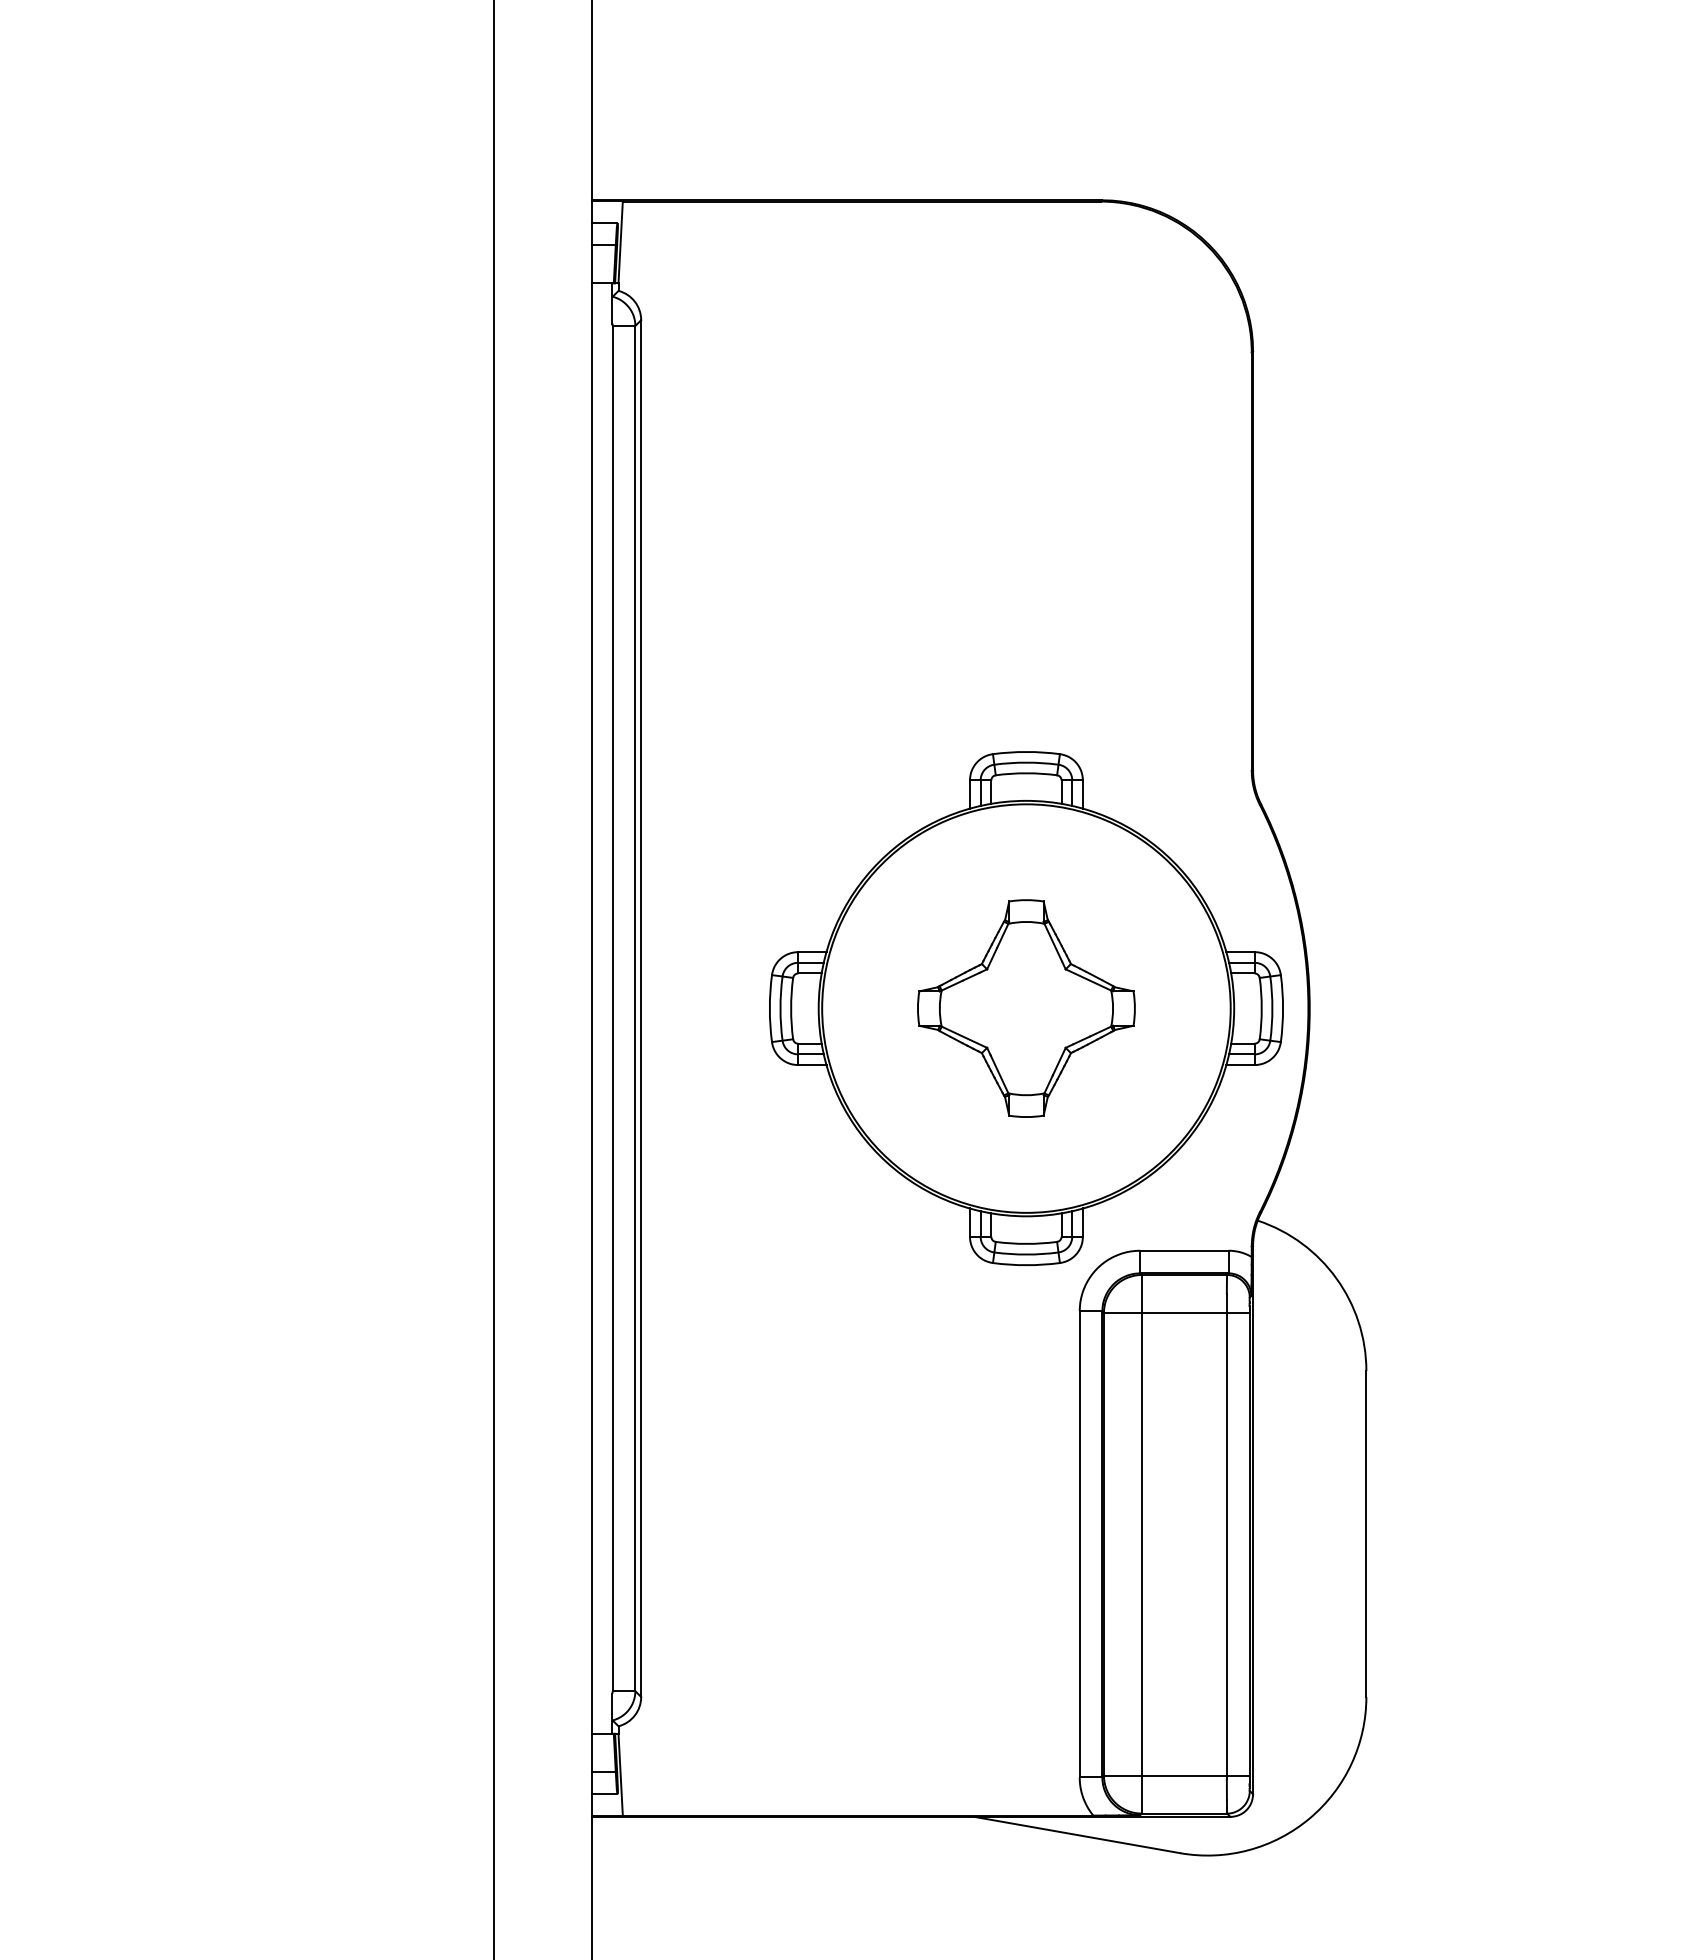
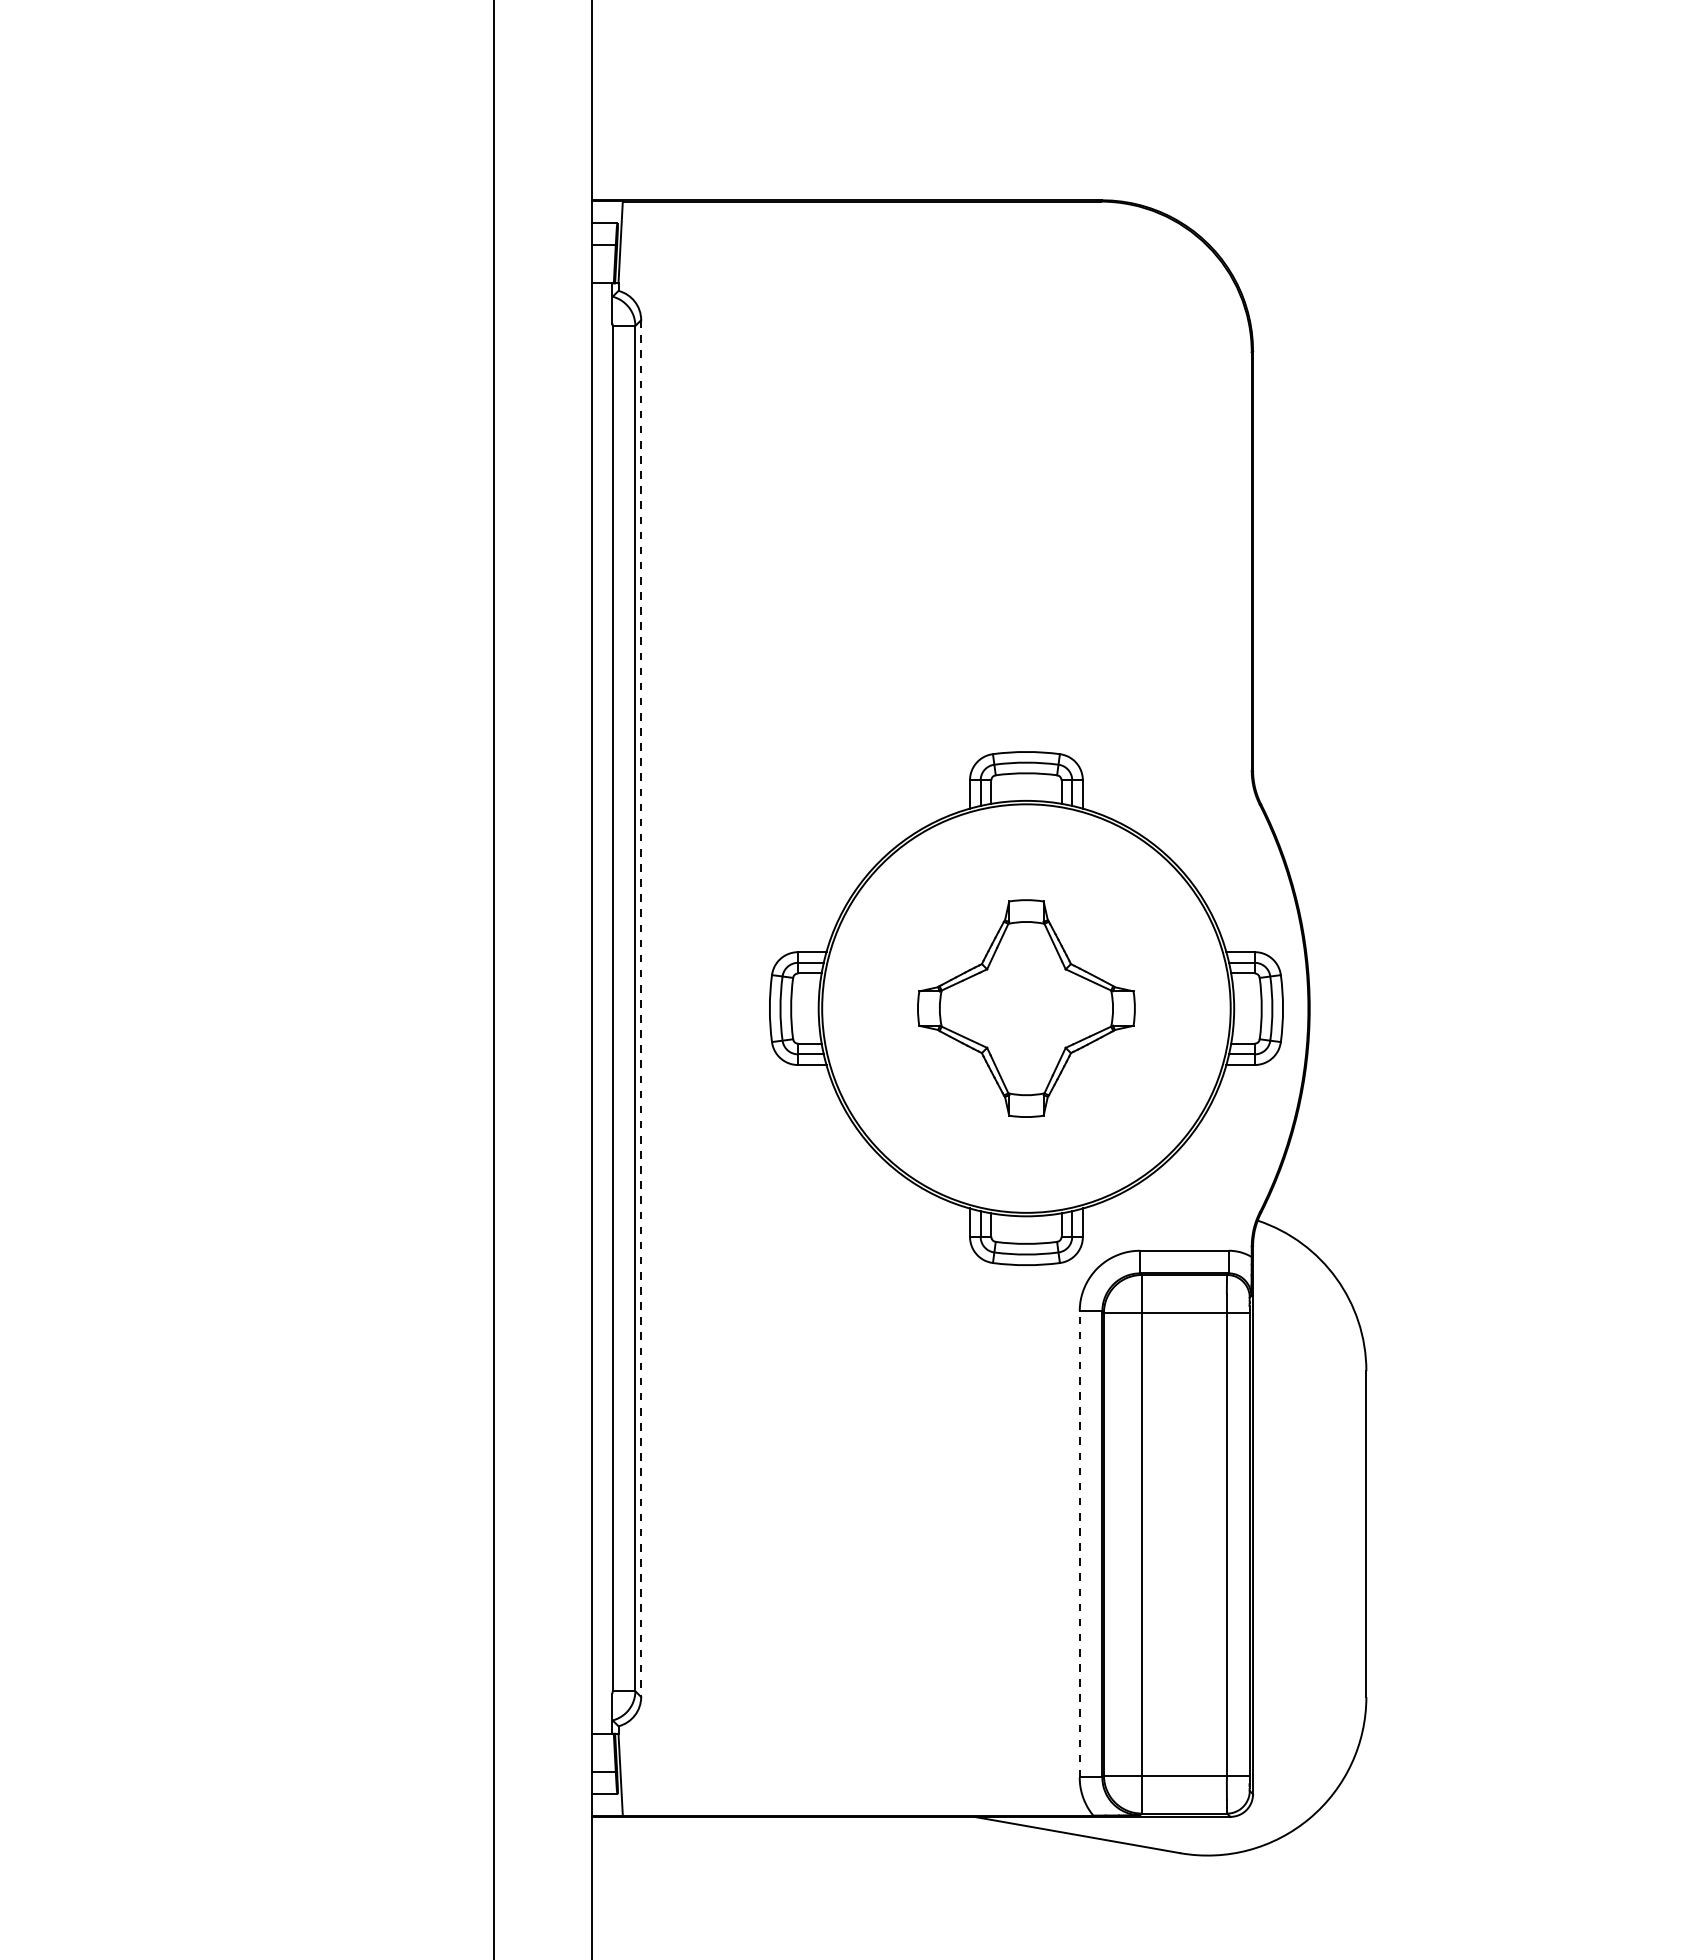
line at (641, 1009): solid -> dashed
line at (1079, 1543): solid -> dashed
